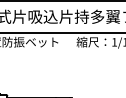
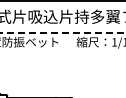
line at (63, 32): solid -> dashed
